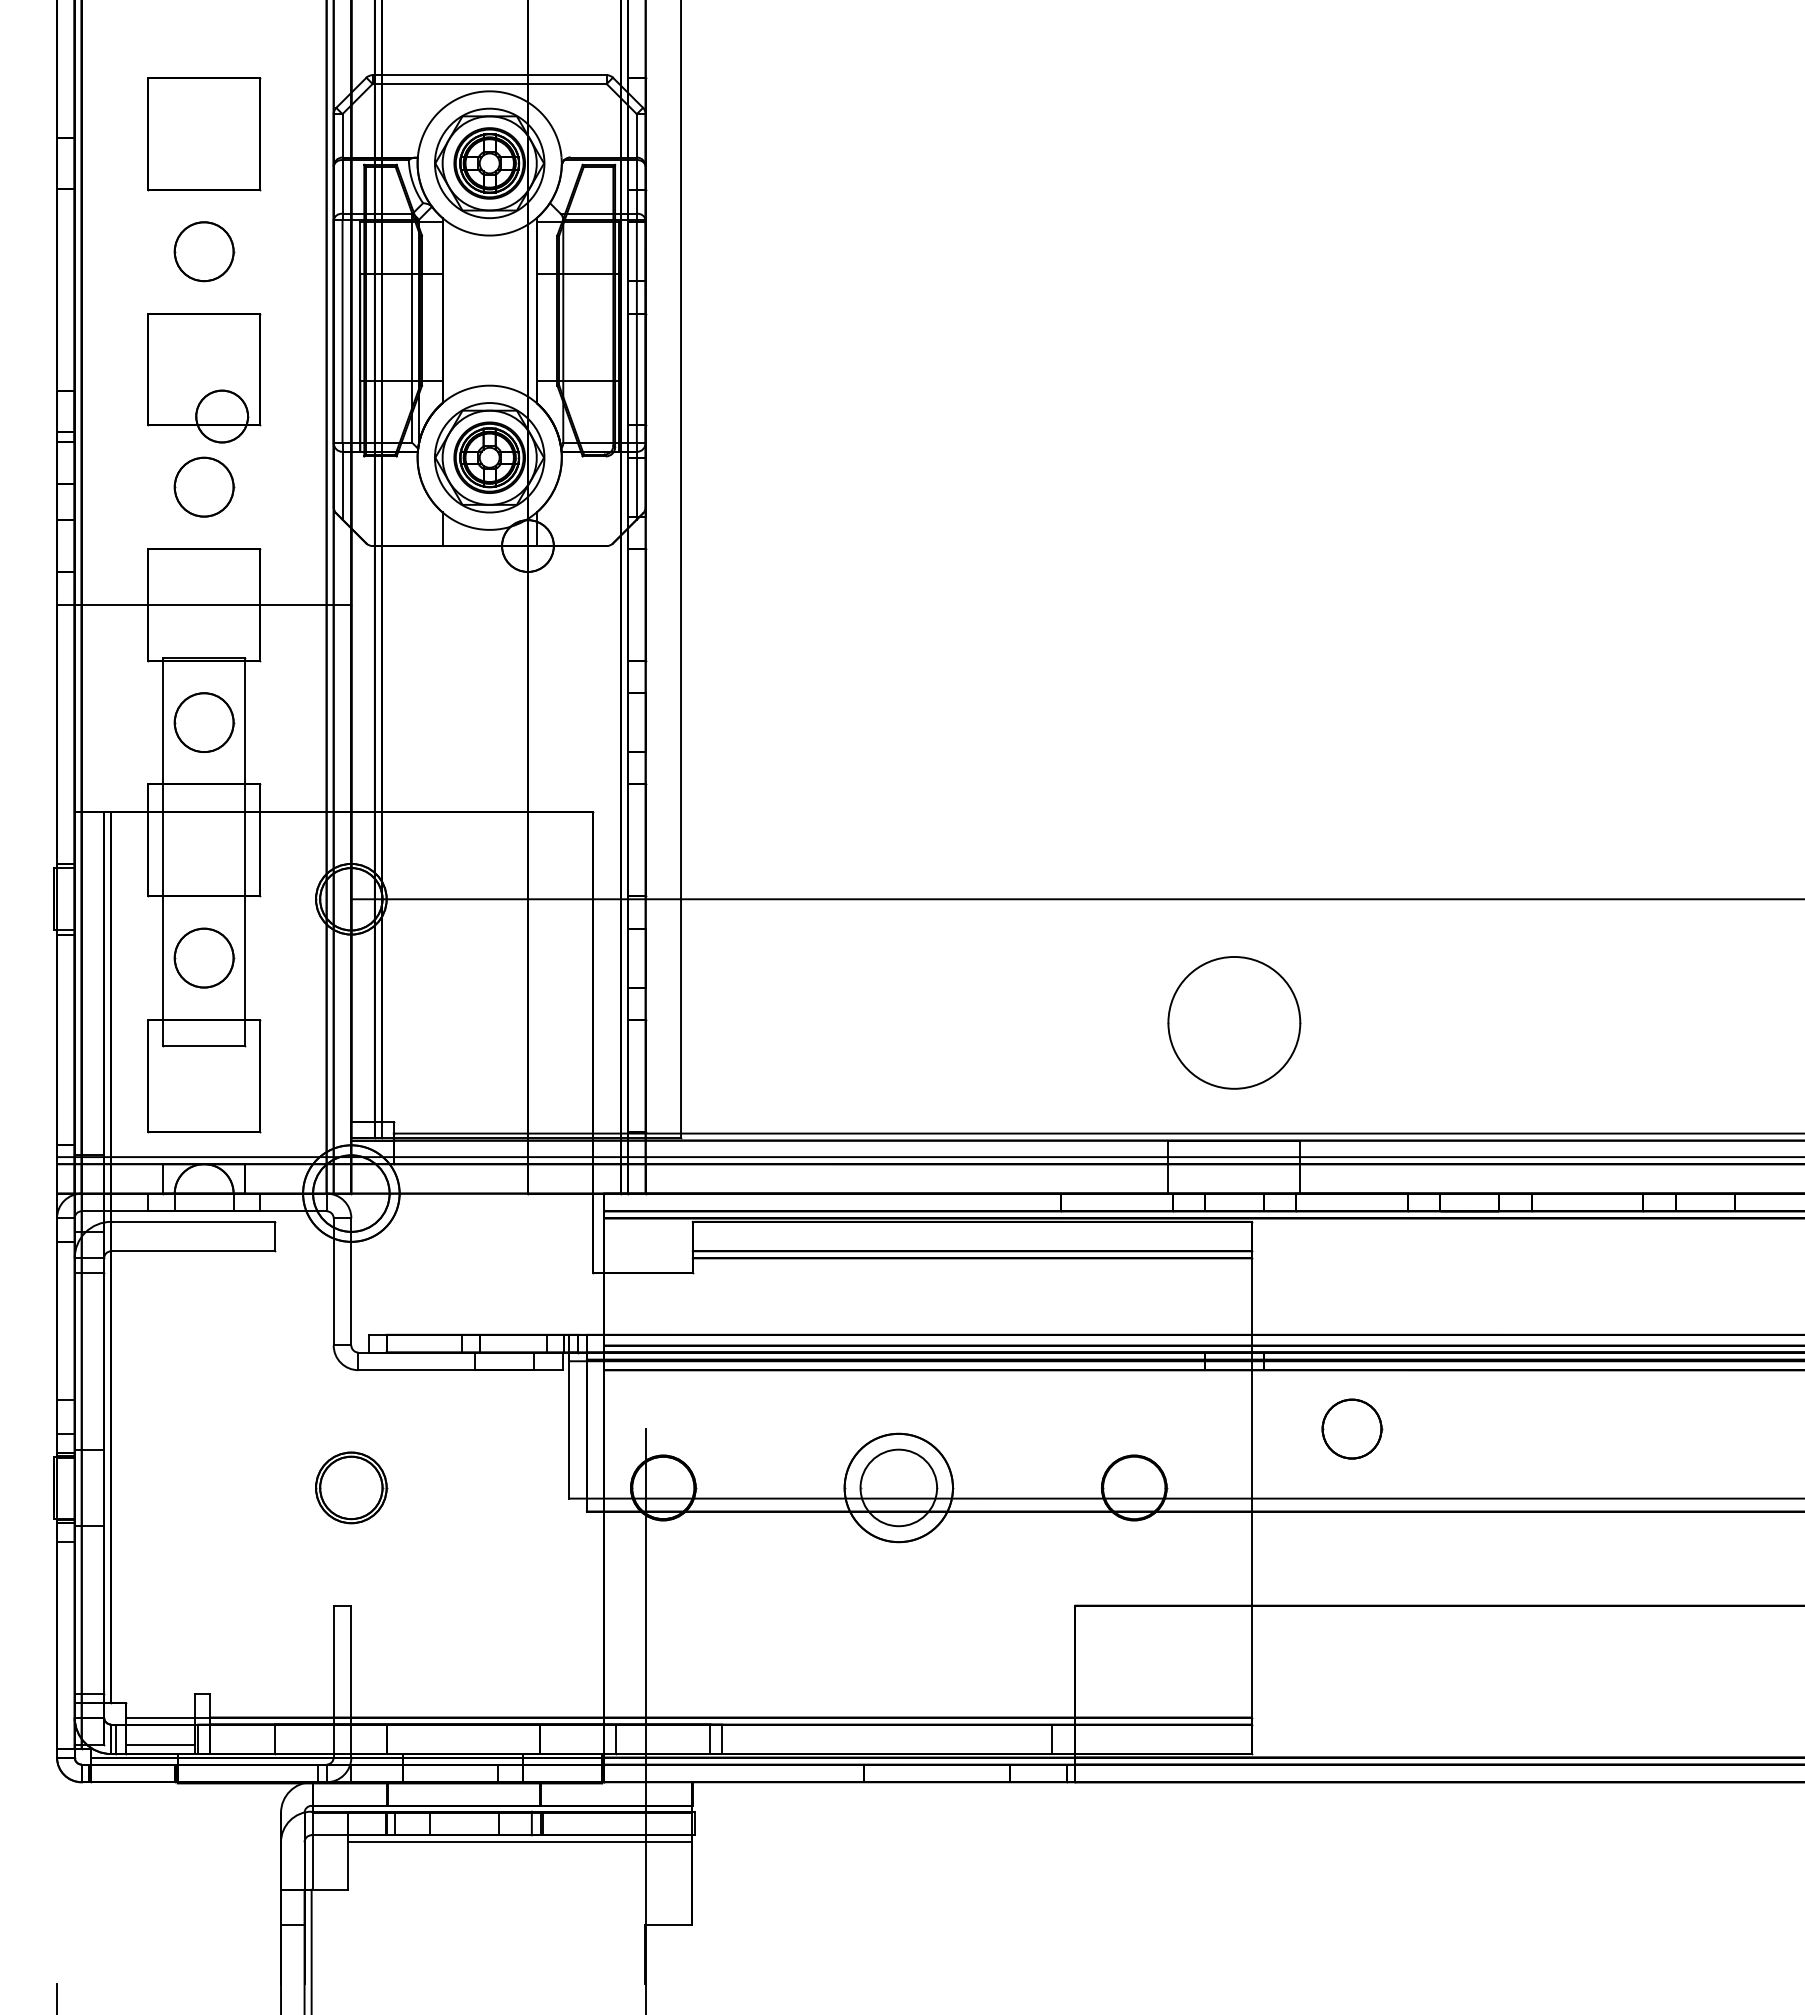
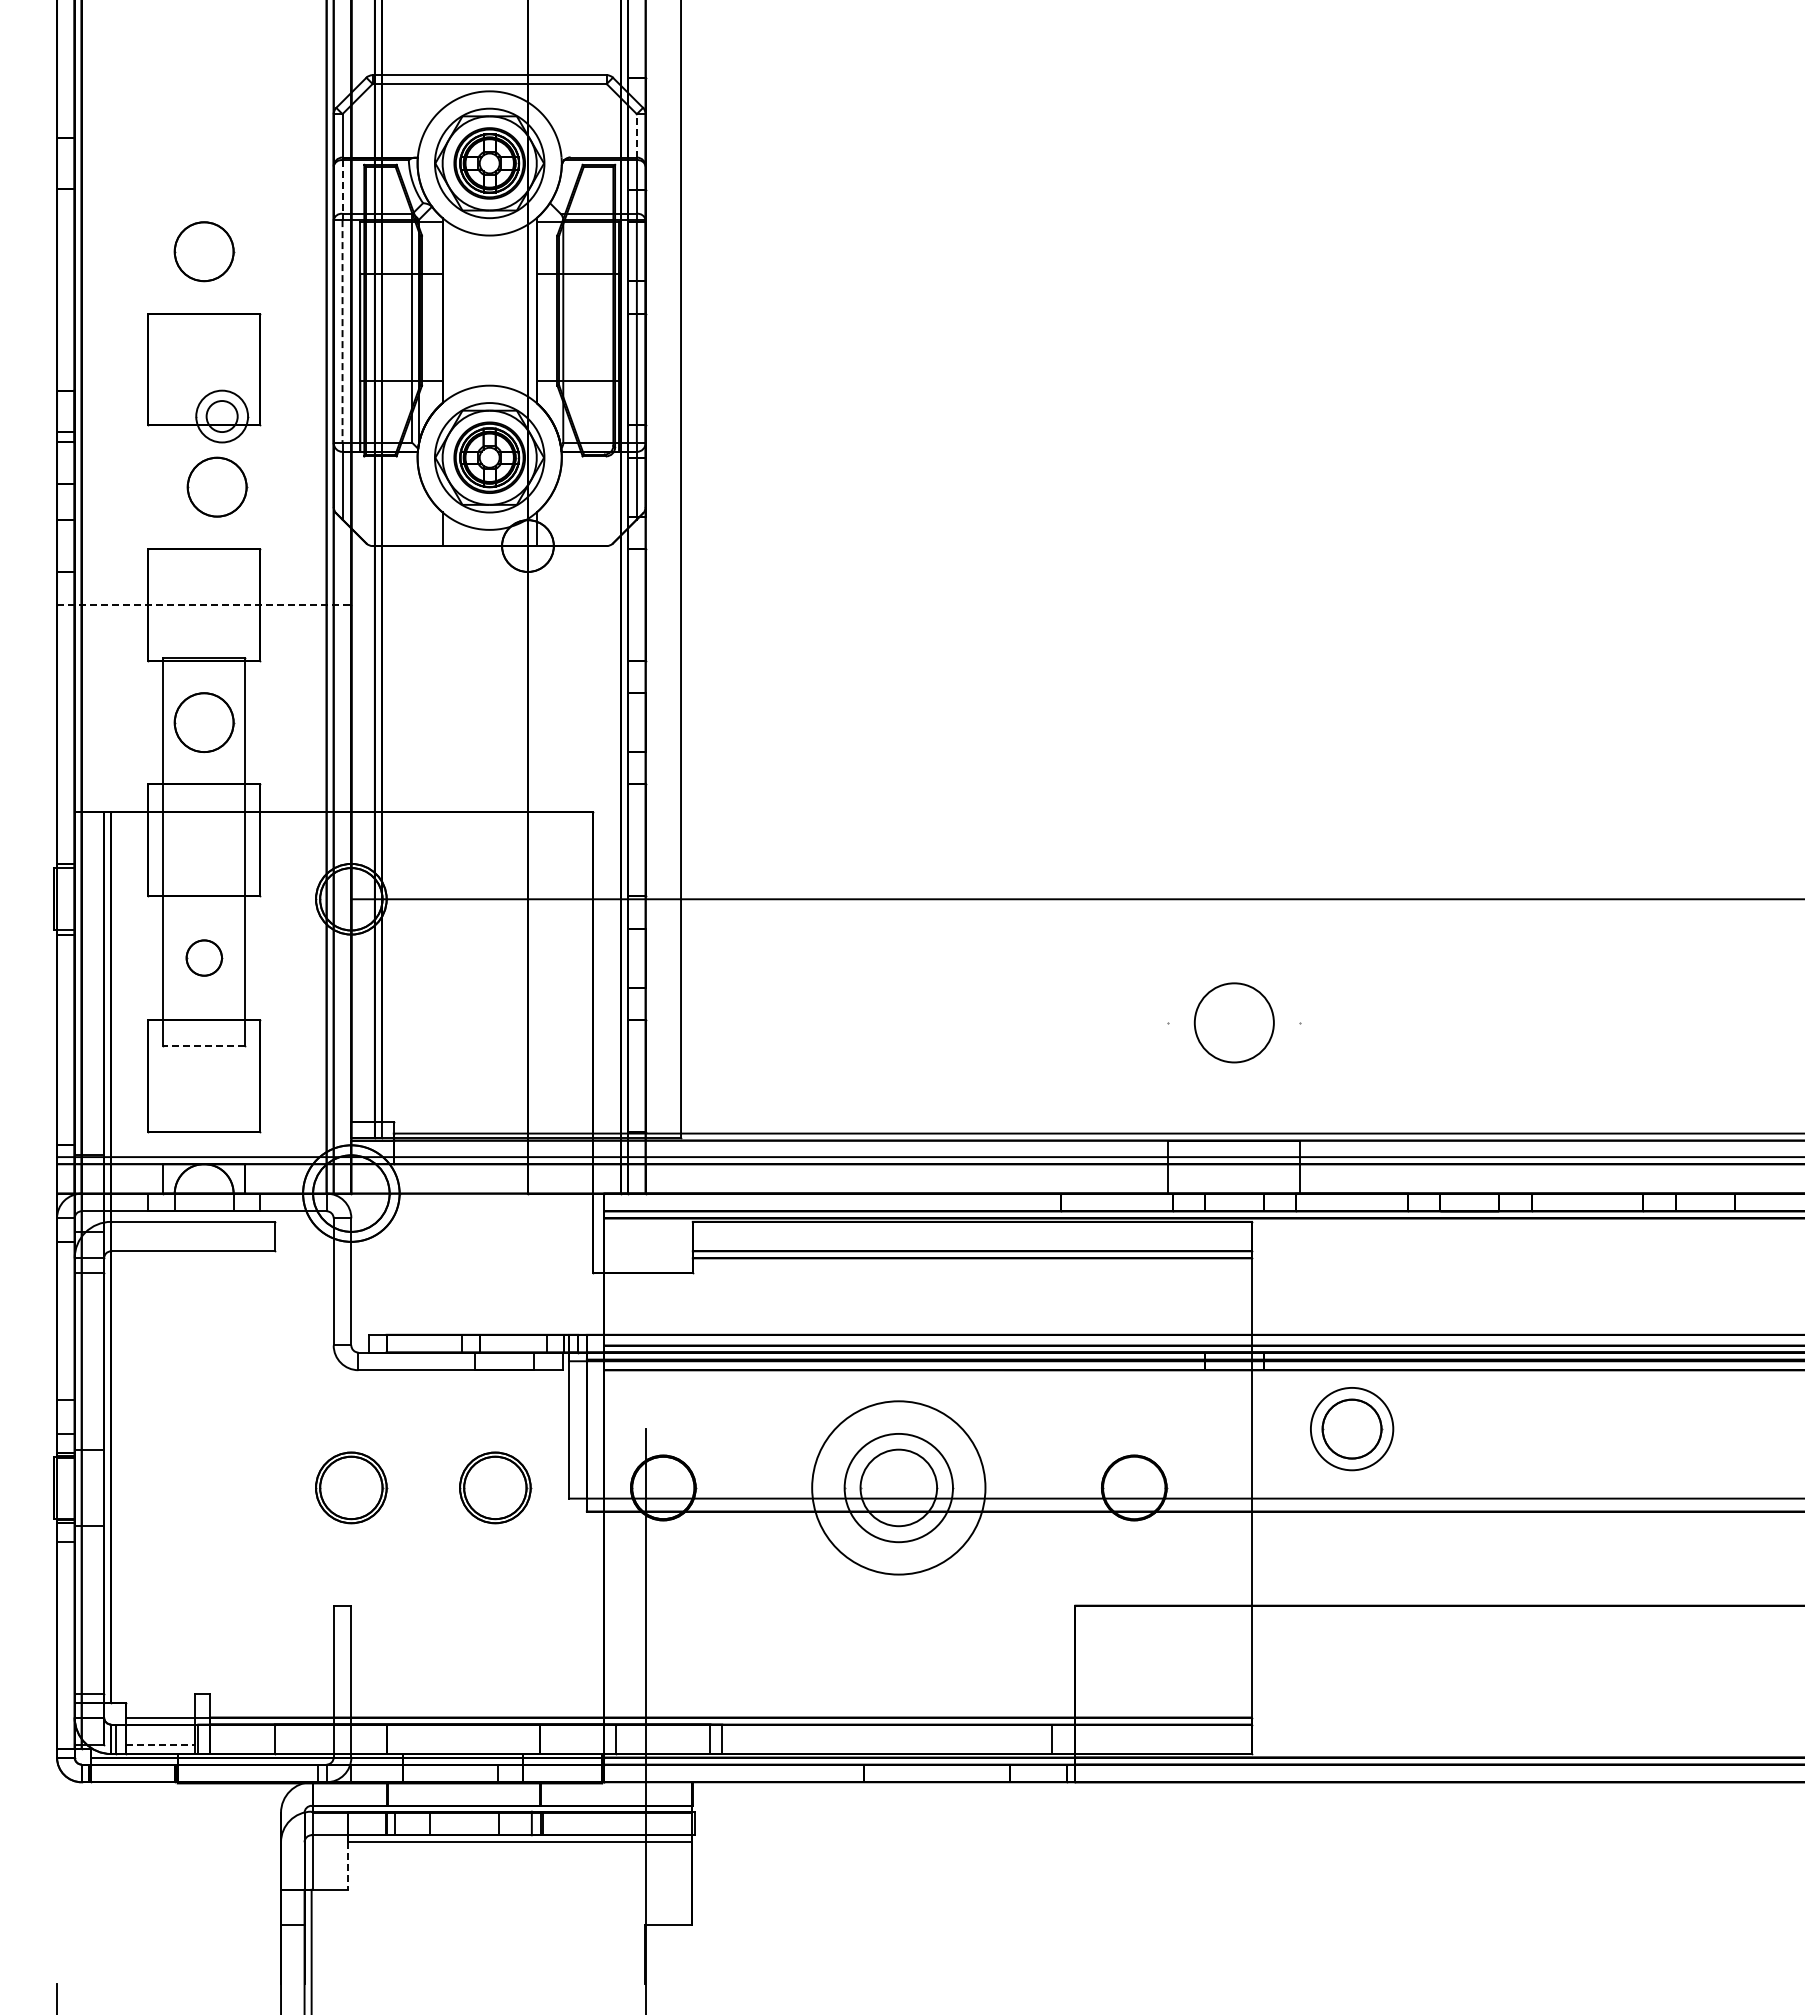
part at (204, 134): present -> none
line at (636, 135): solid -> dashed
line at (342, 187): solid -> dashed
line at (342, 332): solid -> dashed
circle at (222, 416) diameter: 52 px -> 31 px
part at (204, 486) position: (204, 486) -> (217, 486)
line at (204, 604): solid -> dashed
part at (204, 957) size: 63x62 px -> 39x38 px
circle at (1234, 1022) diameter: 132 px -> 79 px
line at (203, 1046): solid -> dashed
circle at (1351, 1428) diameter: 59 px -> 82 px
part at (495, 1487): none -> present
circle at (898, 1487) diameter: 108 px -> 173 px
line at (160, 1745): solid -> dashed
line at (348, 1866): solid -> dashed
